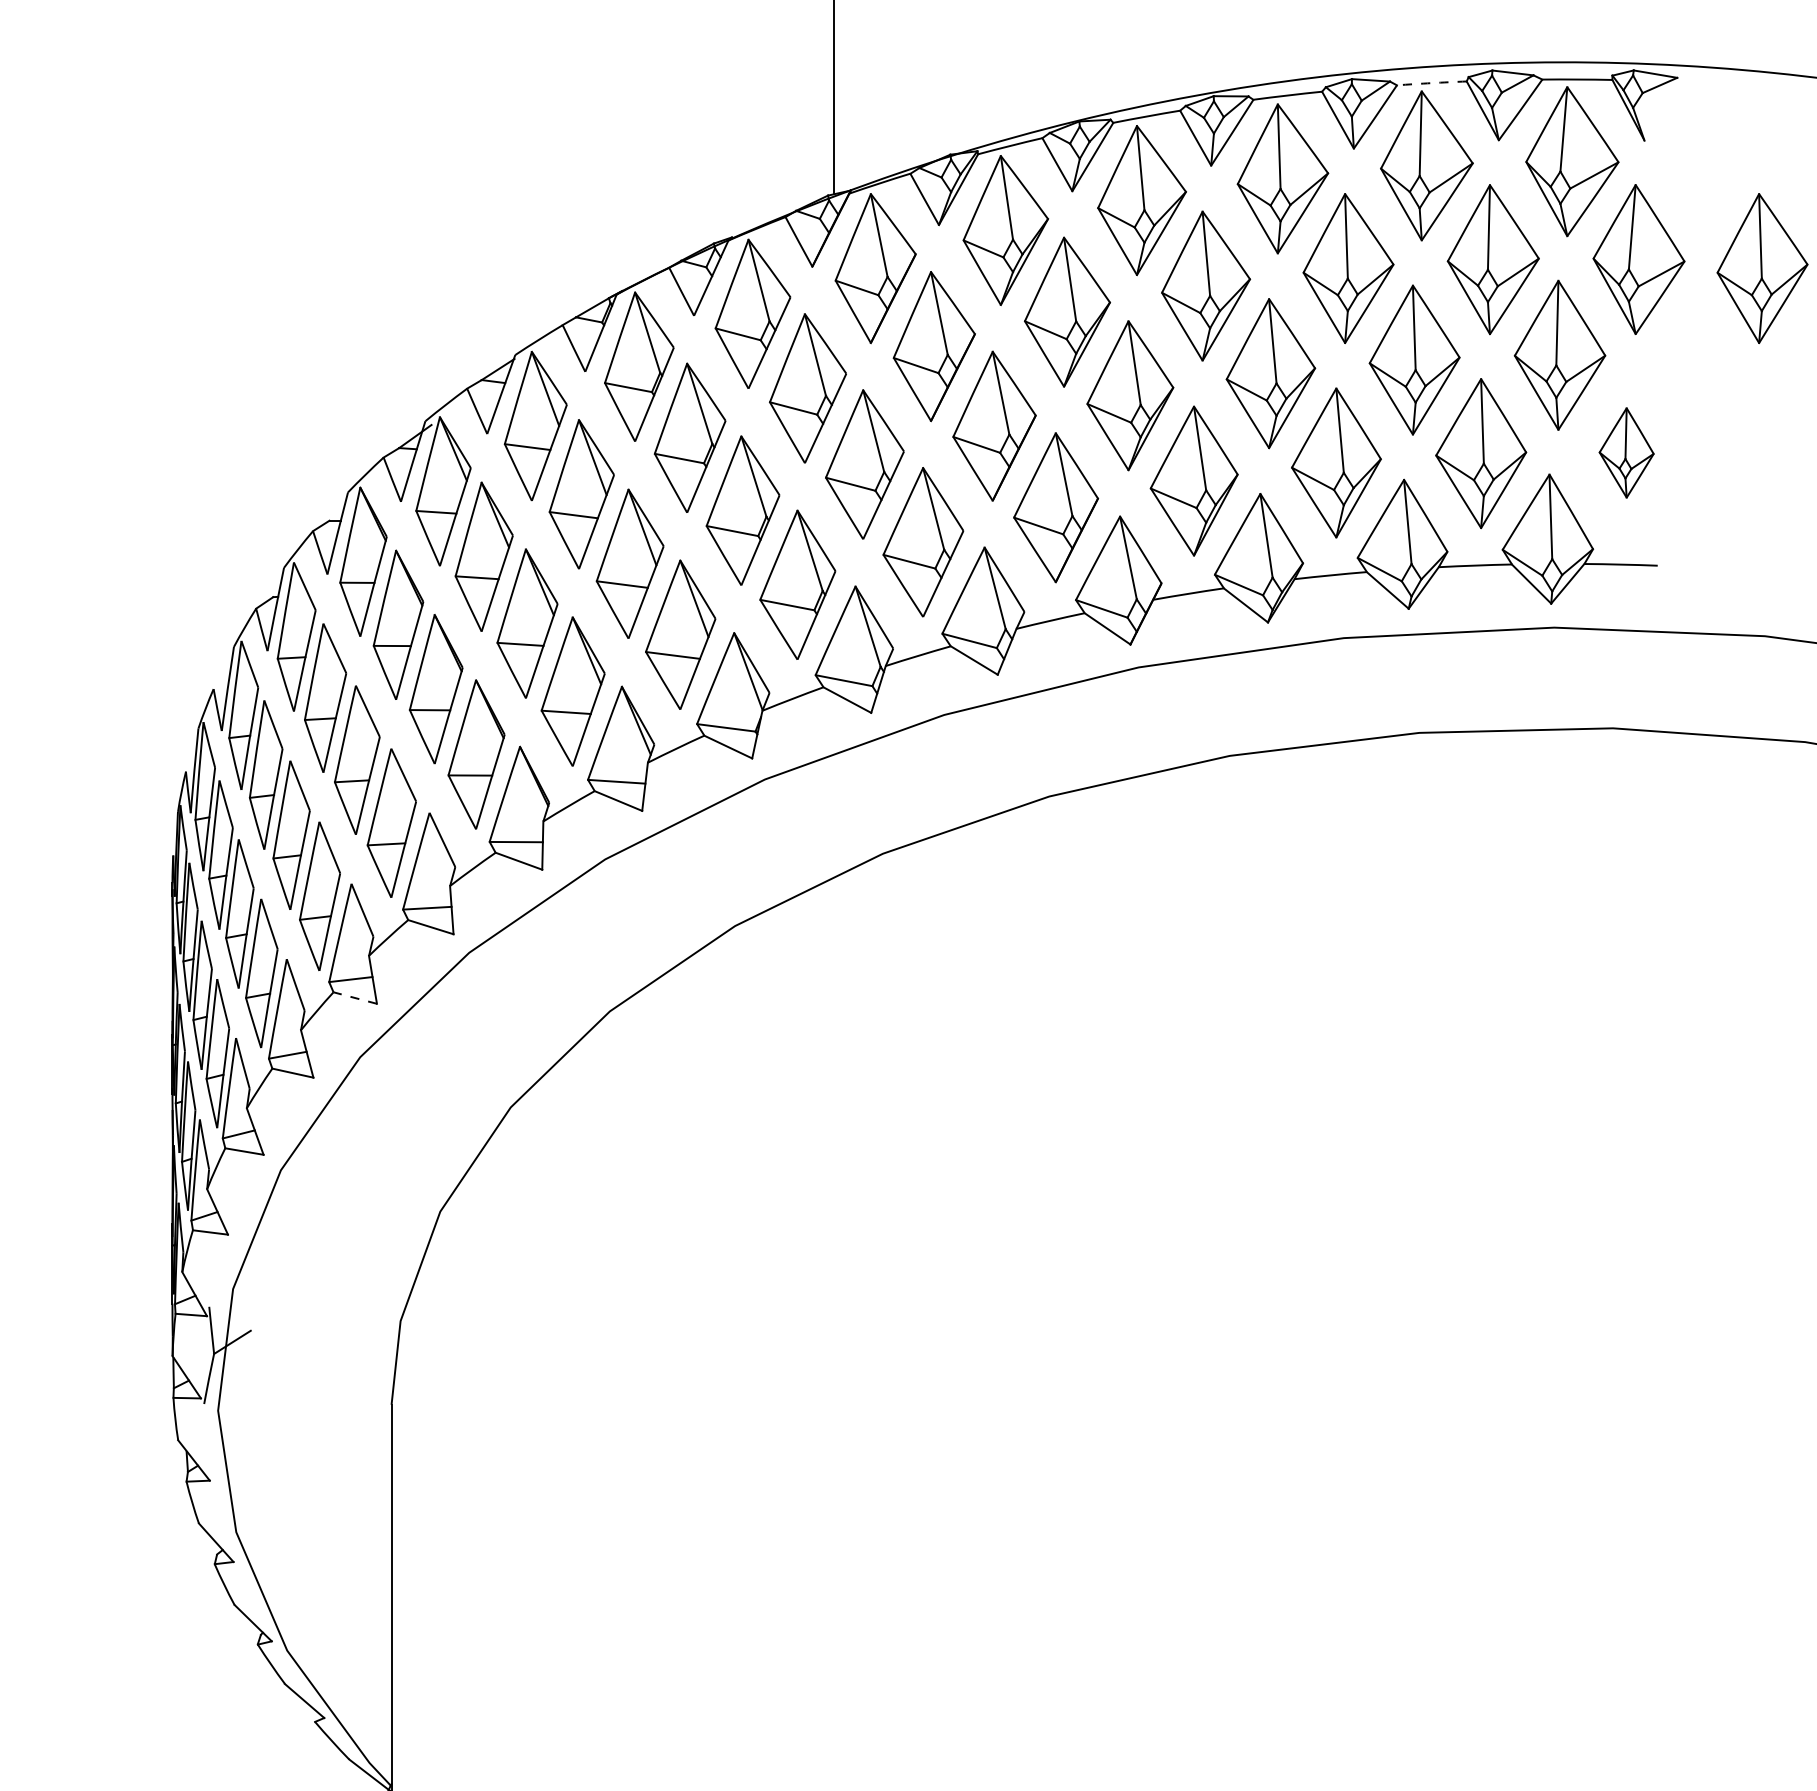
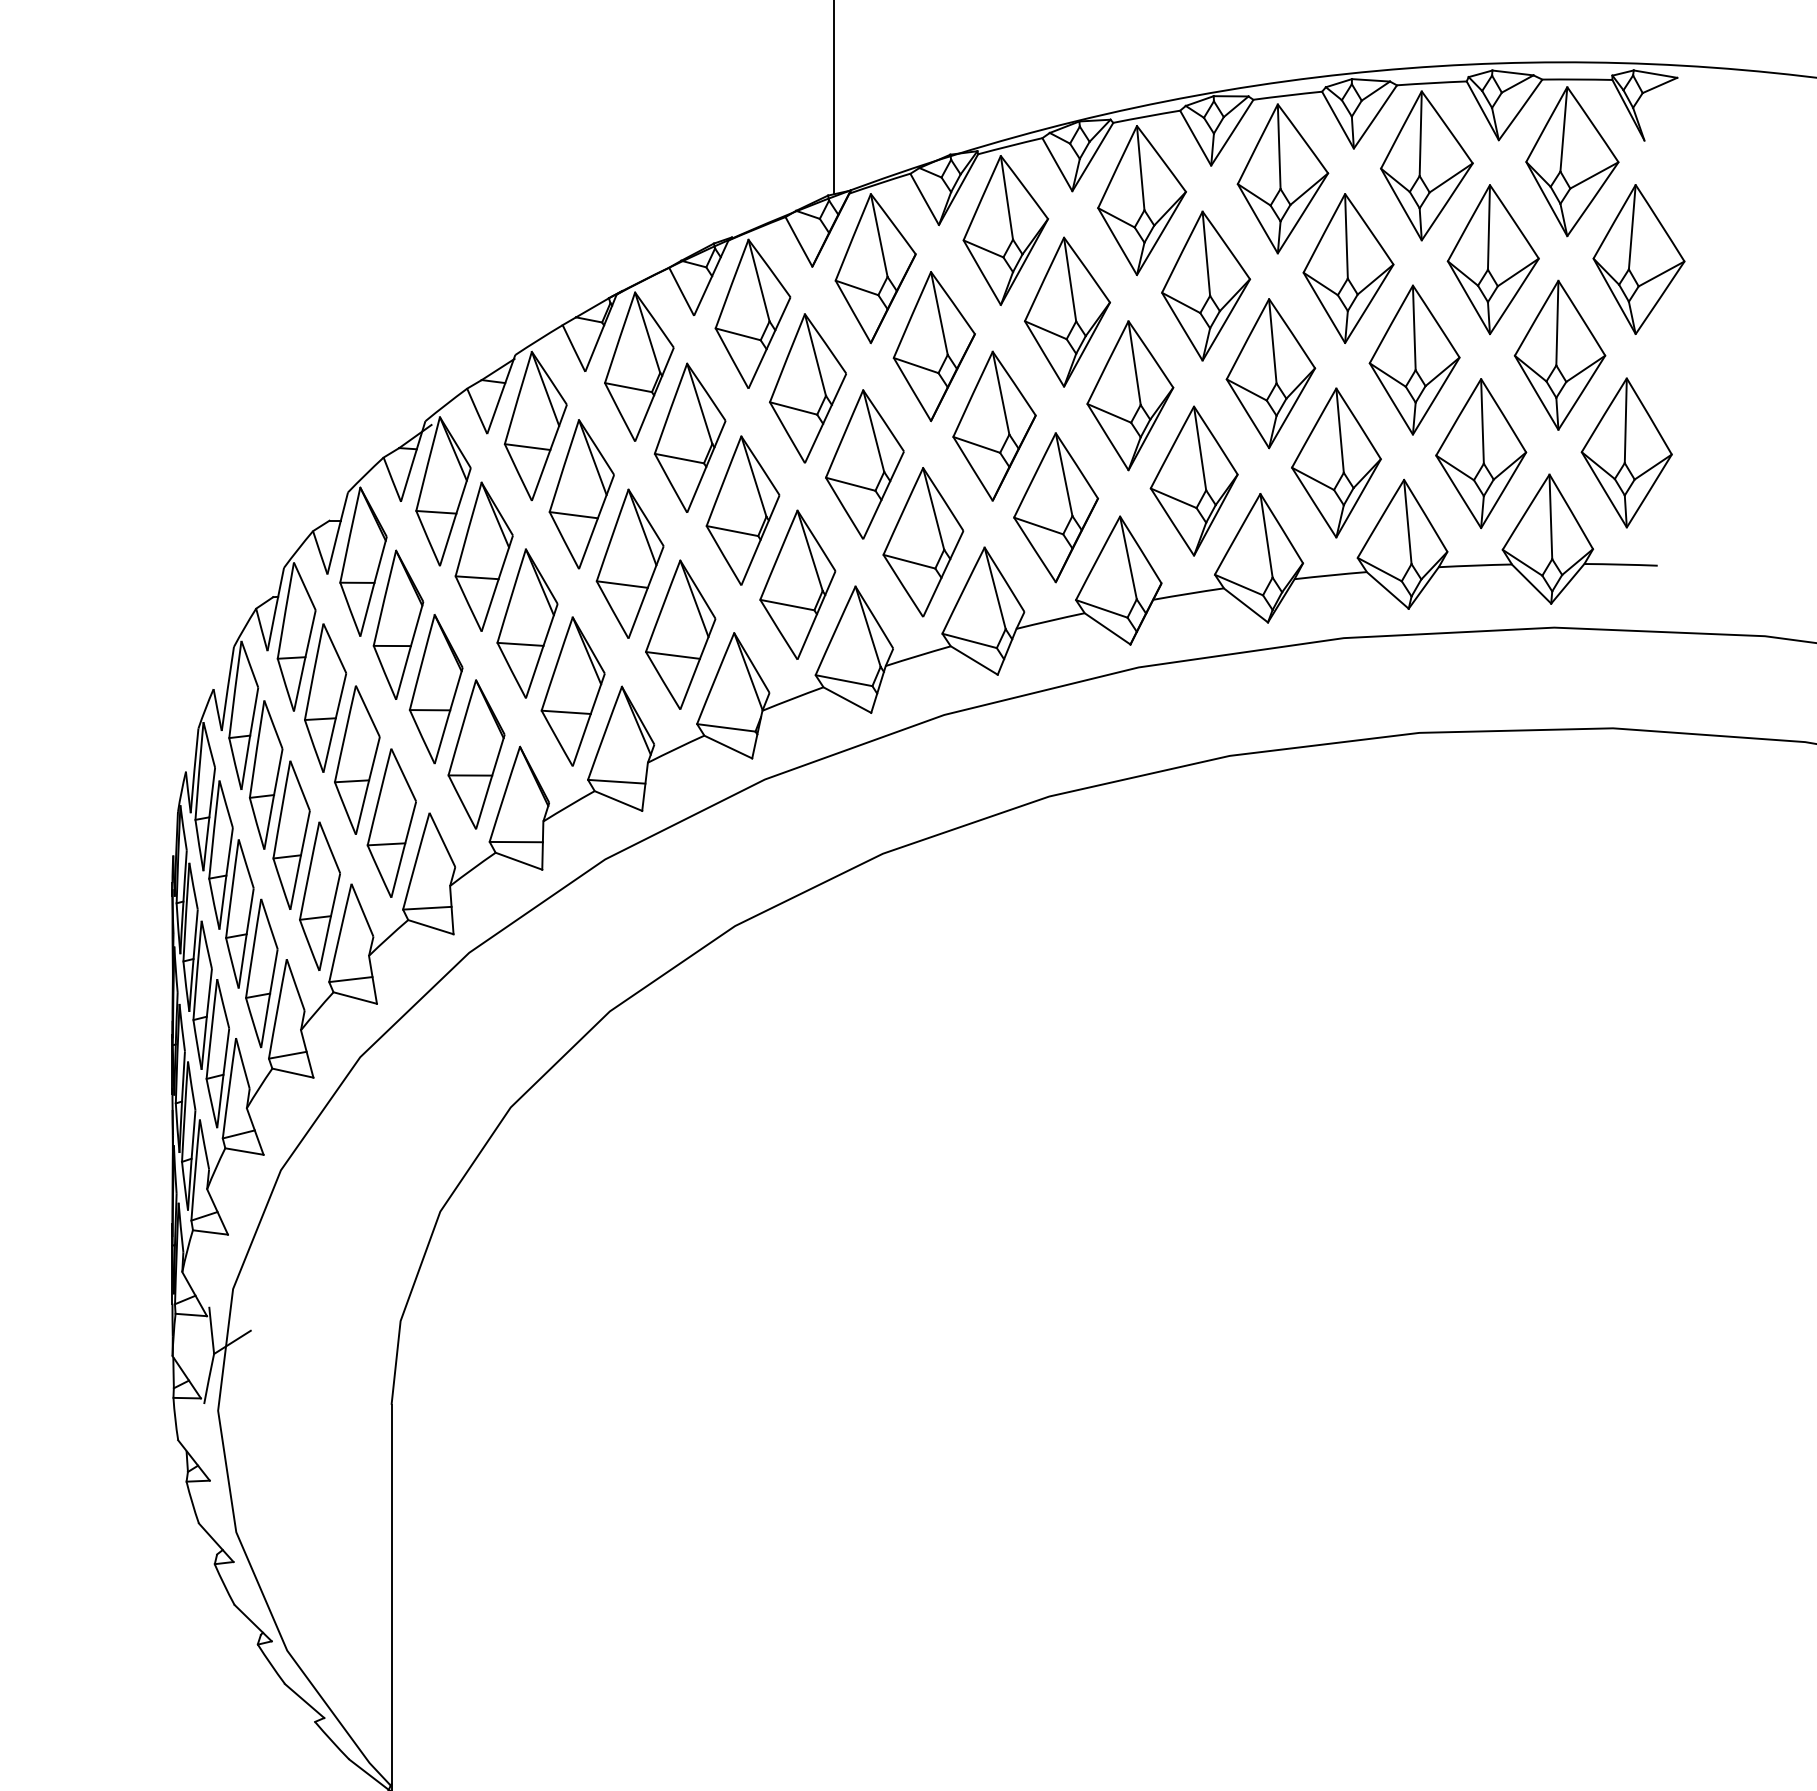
arc at (1431, 83): dashed -> solid
part at (1762, 268): present -> none
part at (1626, 452) size: 57x92 px -> 93x152 px
line at (354, 997): dashed -> solid
